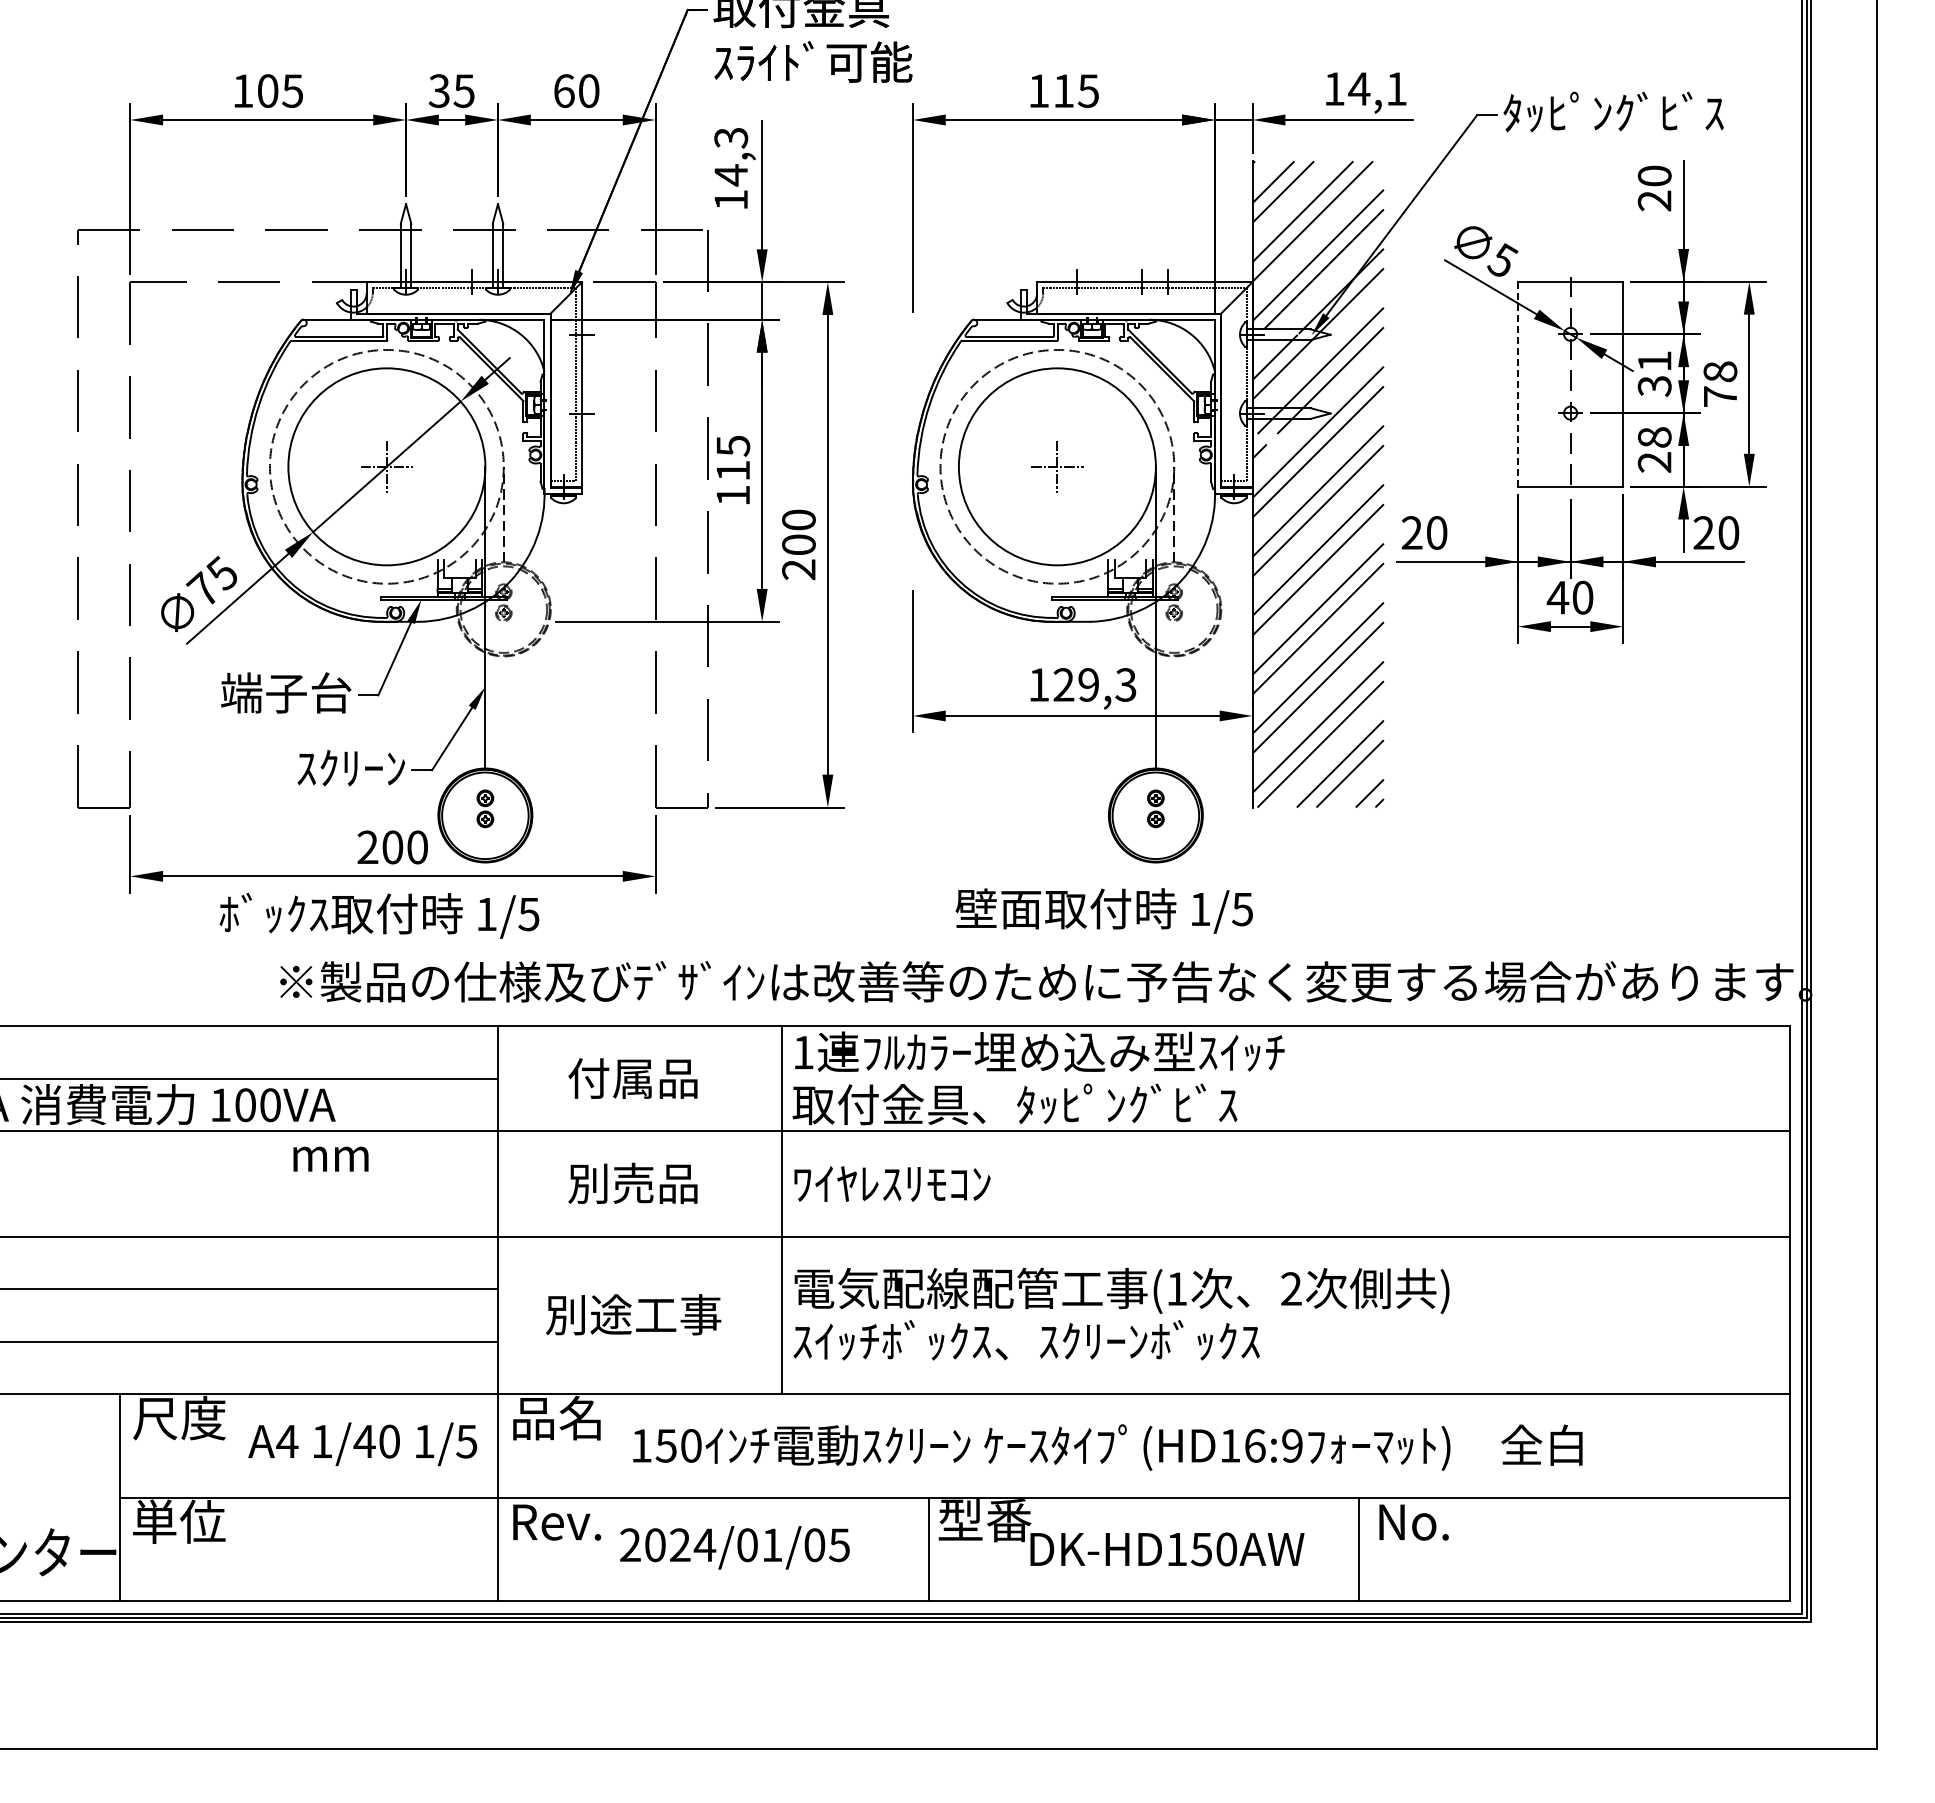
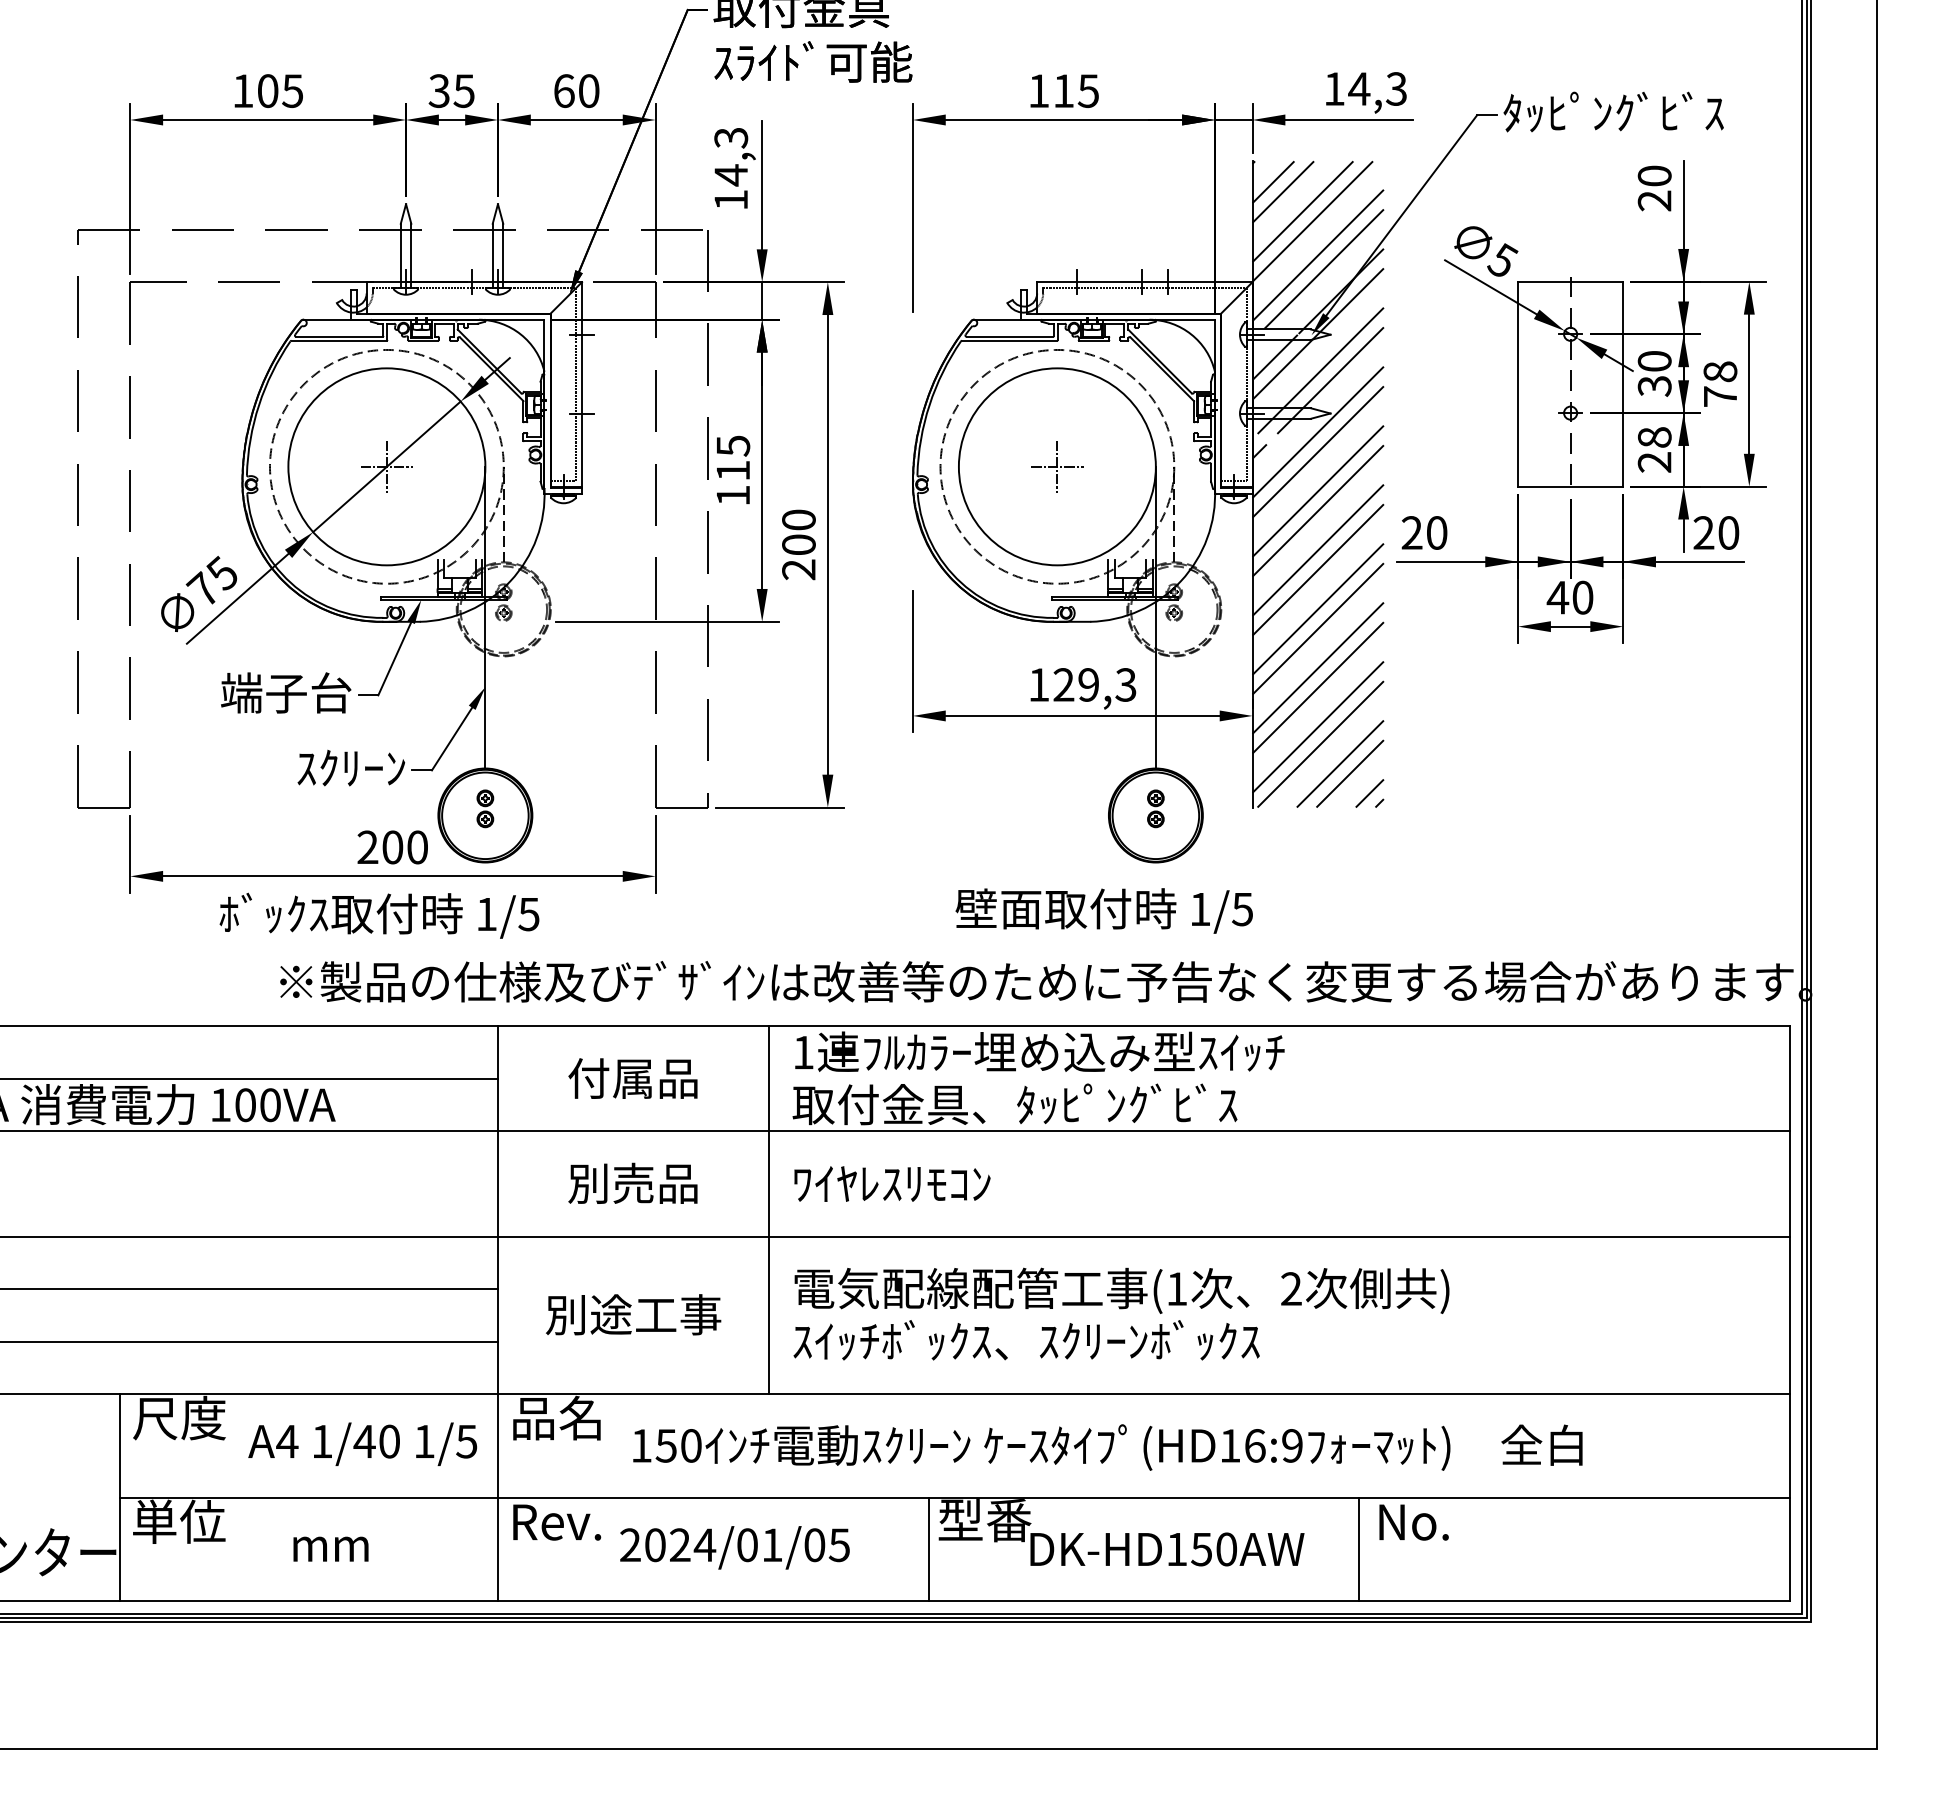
text at (1396, 88): 14,1 -> 14,3
text at (1654, 361): 31 -> 30
line at (1518, 384): dashed -> solid
text at (330, 1158) position: (330, 1158) -> (330, 1548)
line at (782, 1210) position: (782, 1210) -> (769, 1210)
